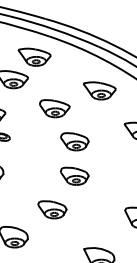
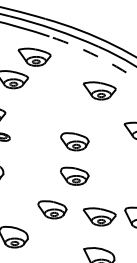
arc at (93, 54): solid -> dashed
part at (54, 108): present -> none
part at (99, 216): none -> present
